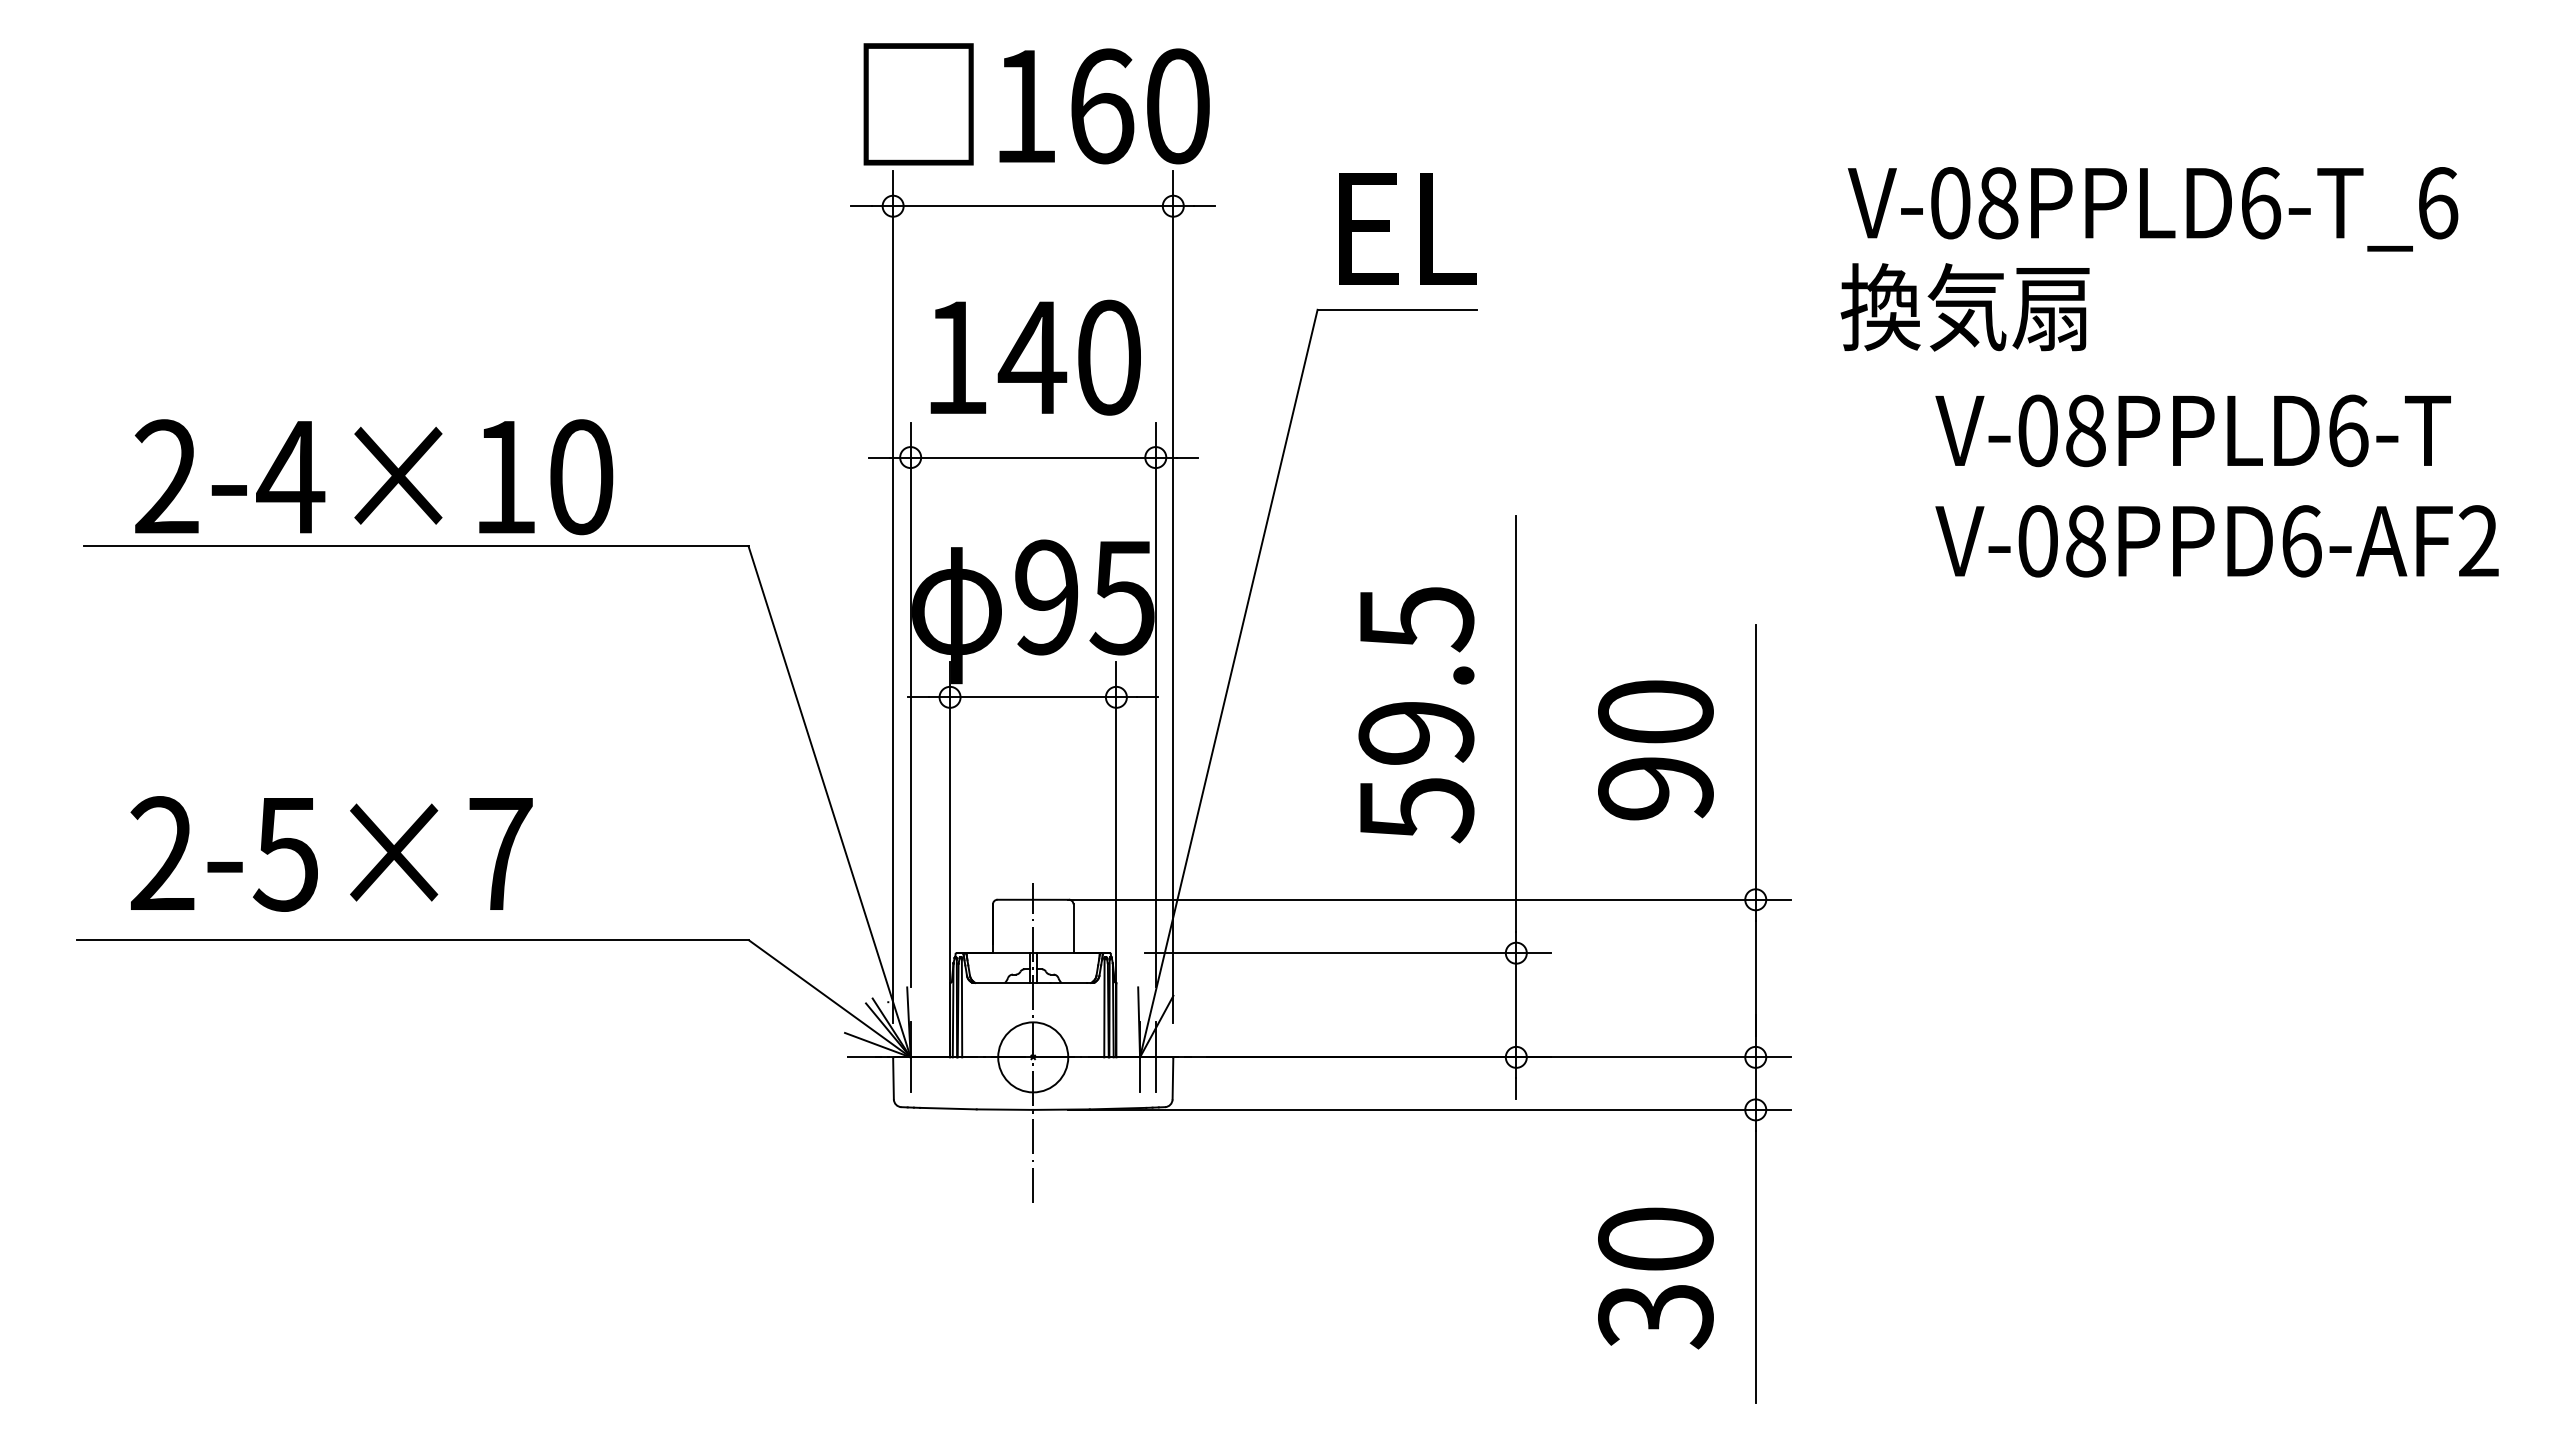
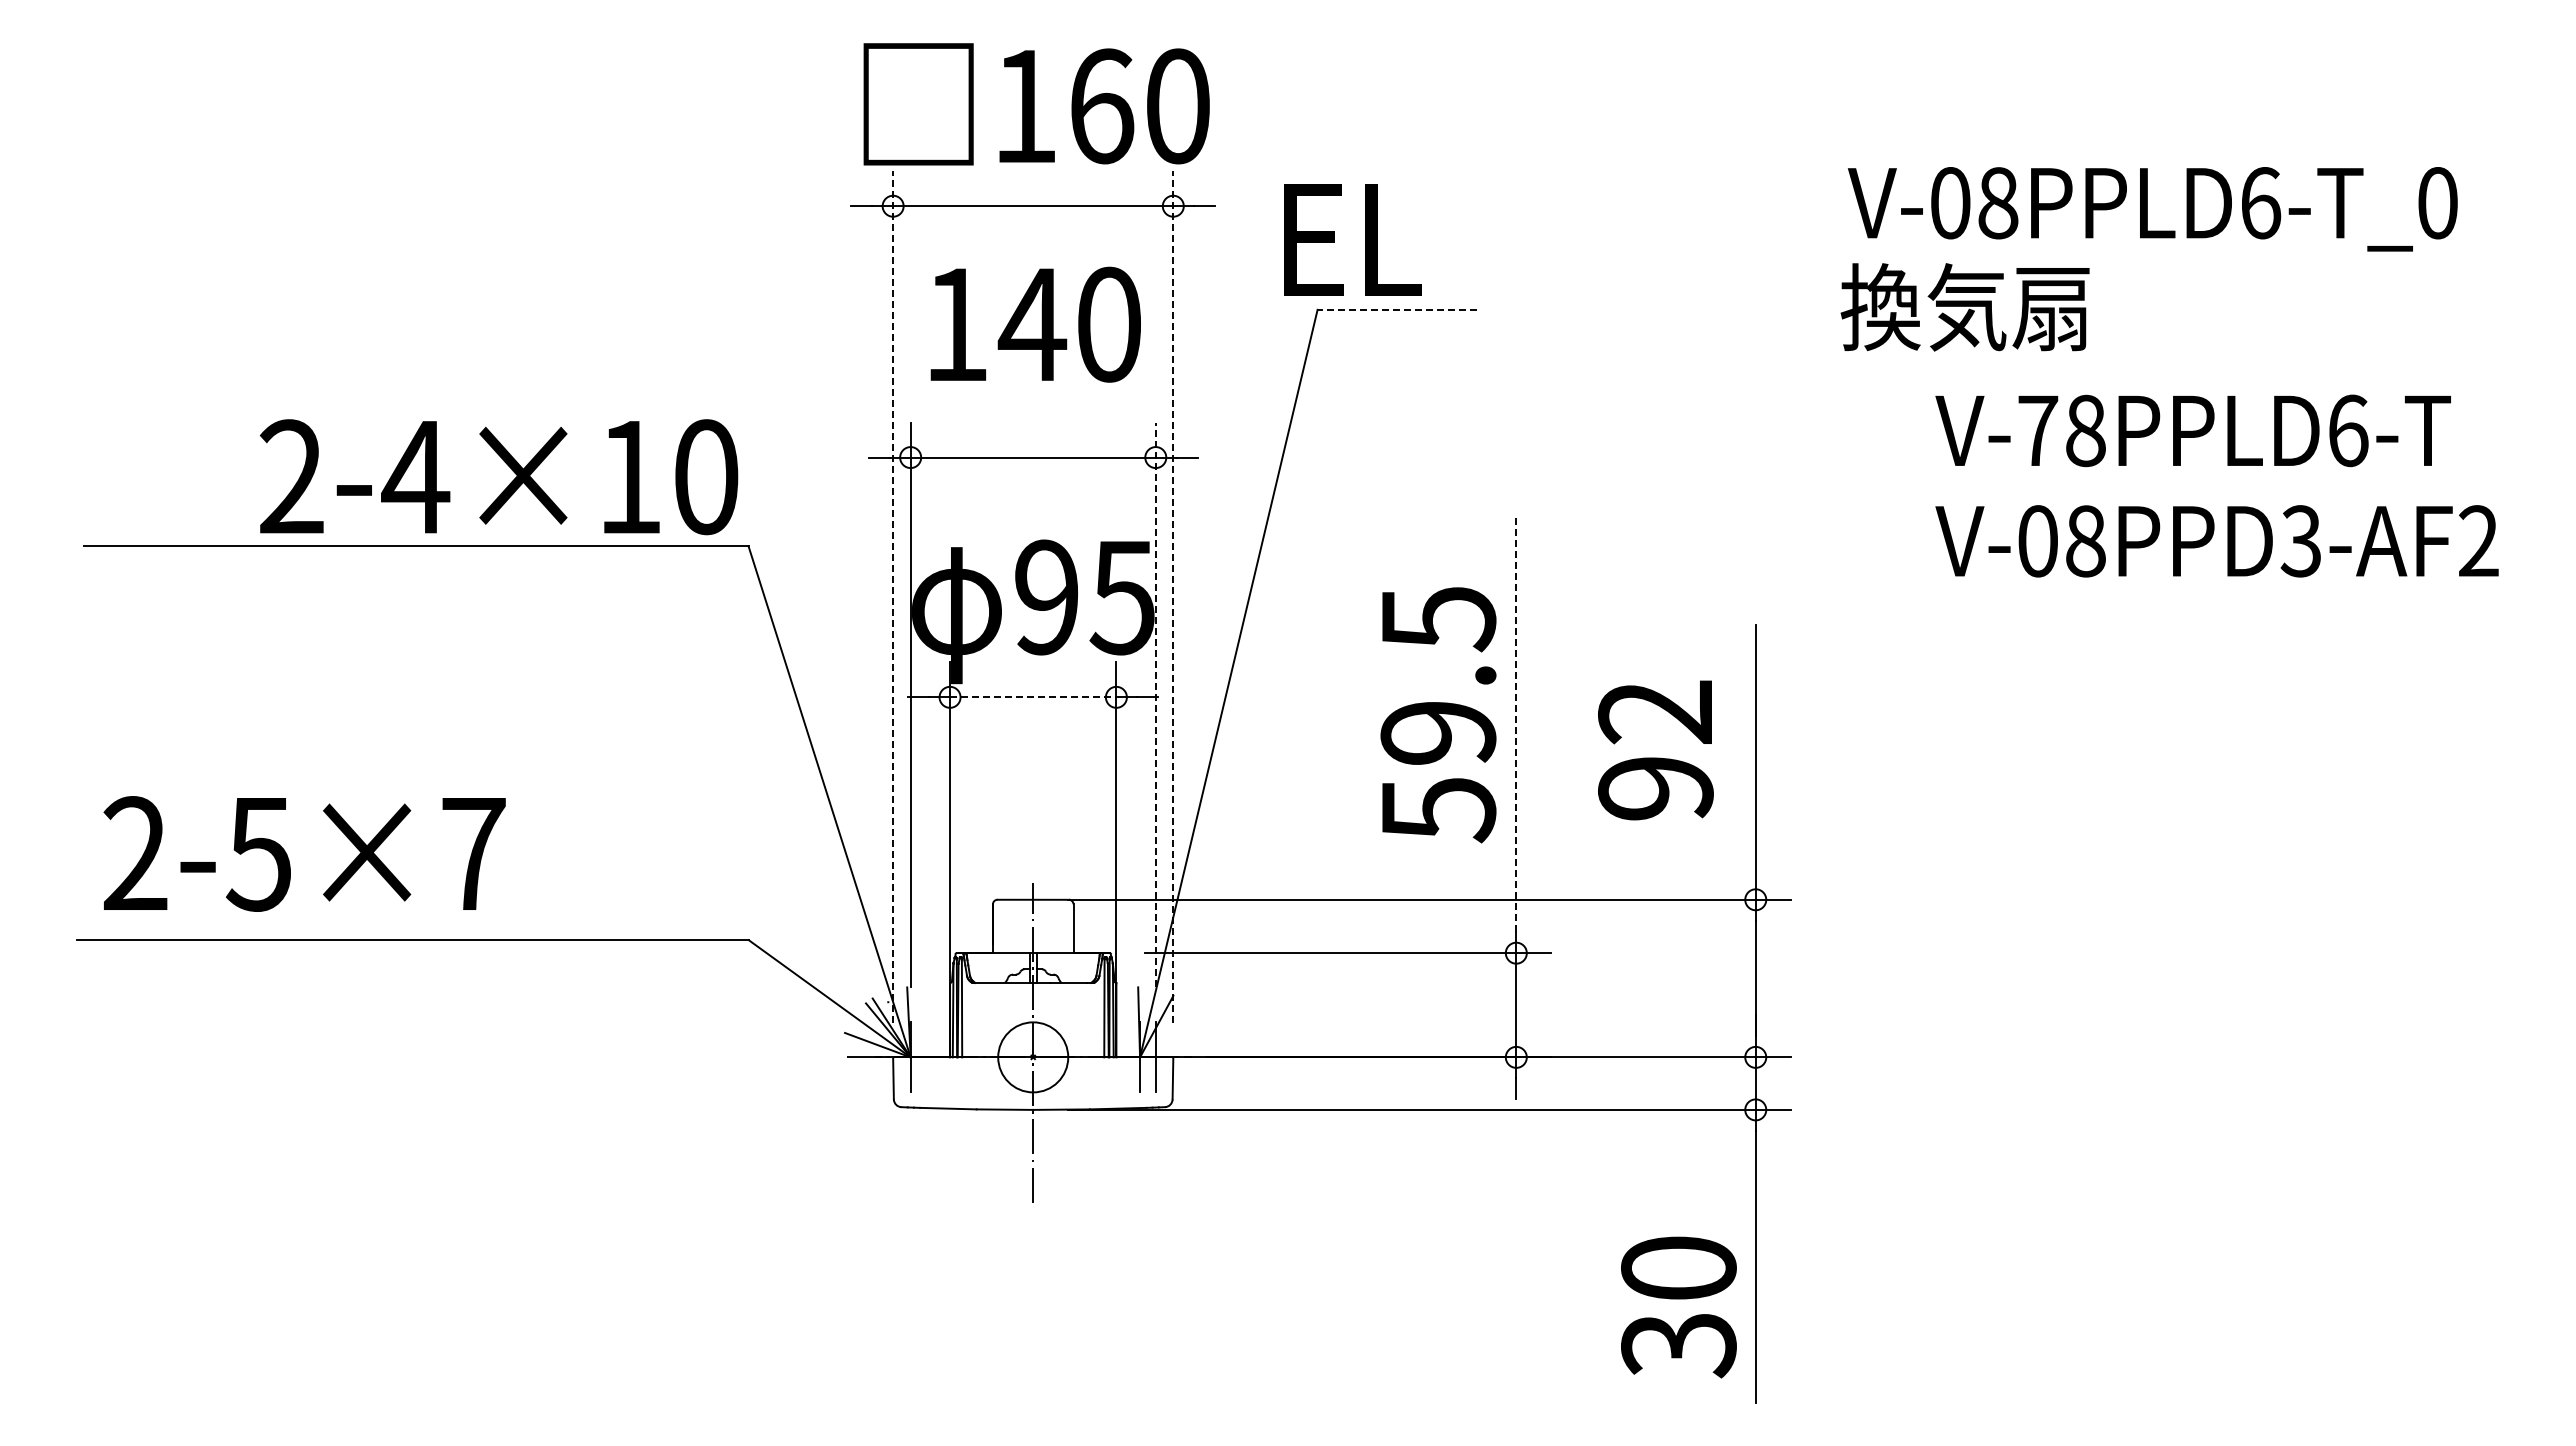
text at (2438, 203): V-08PPLD6-T_6 -> V-08PPLD6-T_0
text at (1407, 228) position: (1407, 228) -> (1352, 239)
line at (1397, 309): solid -> dashed
text at (1035, 357) position: (1035, 357) -> (1035, 324)
text at (2038, 430): V-08PPLD6-T -> V-78PPLD6-T
text at (373, 477) position: (373, 477) -> (498, 477)
text at (2300, 541): V-08PPD6-AF2 -> V-08PPD3-AF2
line at (893, 596): solid -> dashed
line at (1173, 596): solid -> dashed
line at (1033, 697): solid -> dashed
line at (1155, 704): solid -> dashed
text at (1655, 712): 90 -> 92
text at (1416, 715) position: (1416, 715) -> (1438, 715)
line at (1516, 724): solid -> dashed
text at (331, 853) position: (331, 853) -> (304, 853)
text at (1655, 1278) position: (1655, 1278) -> (1678, 1307)
